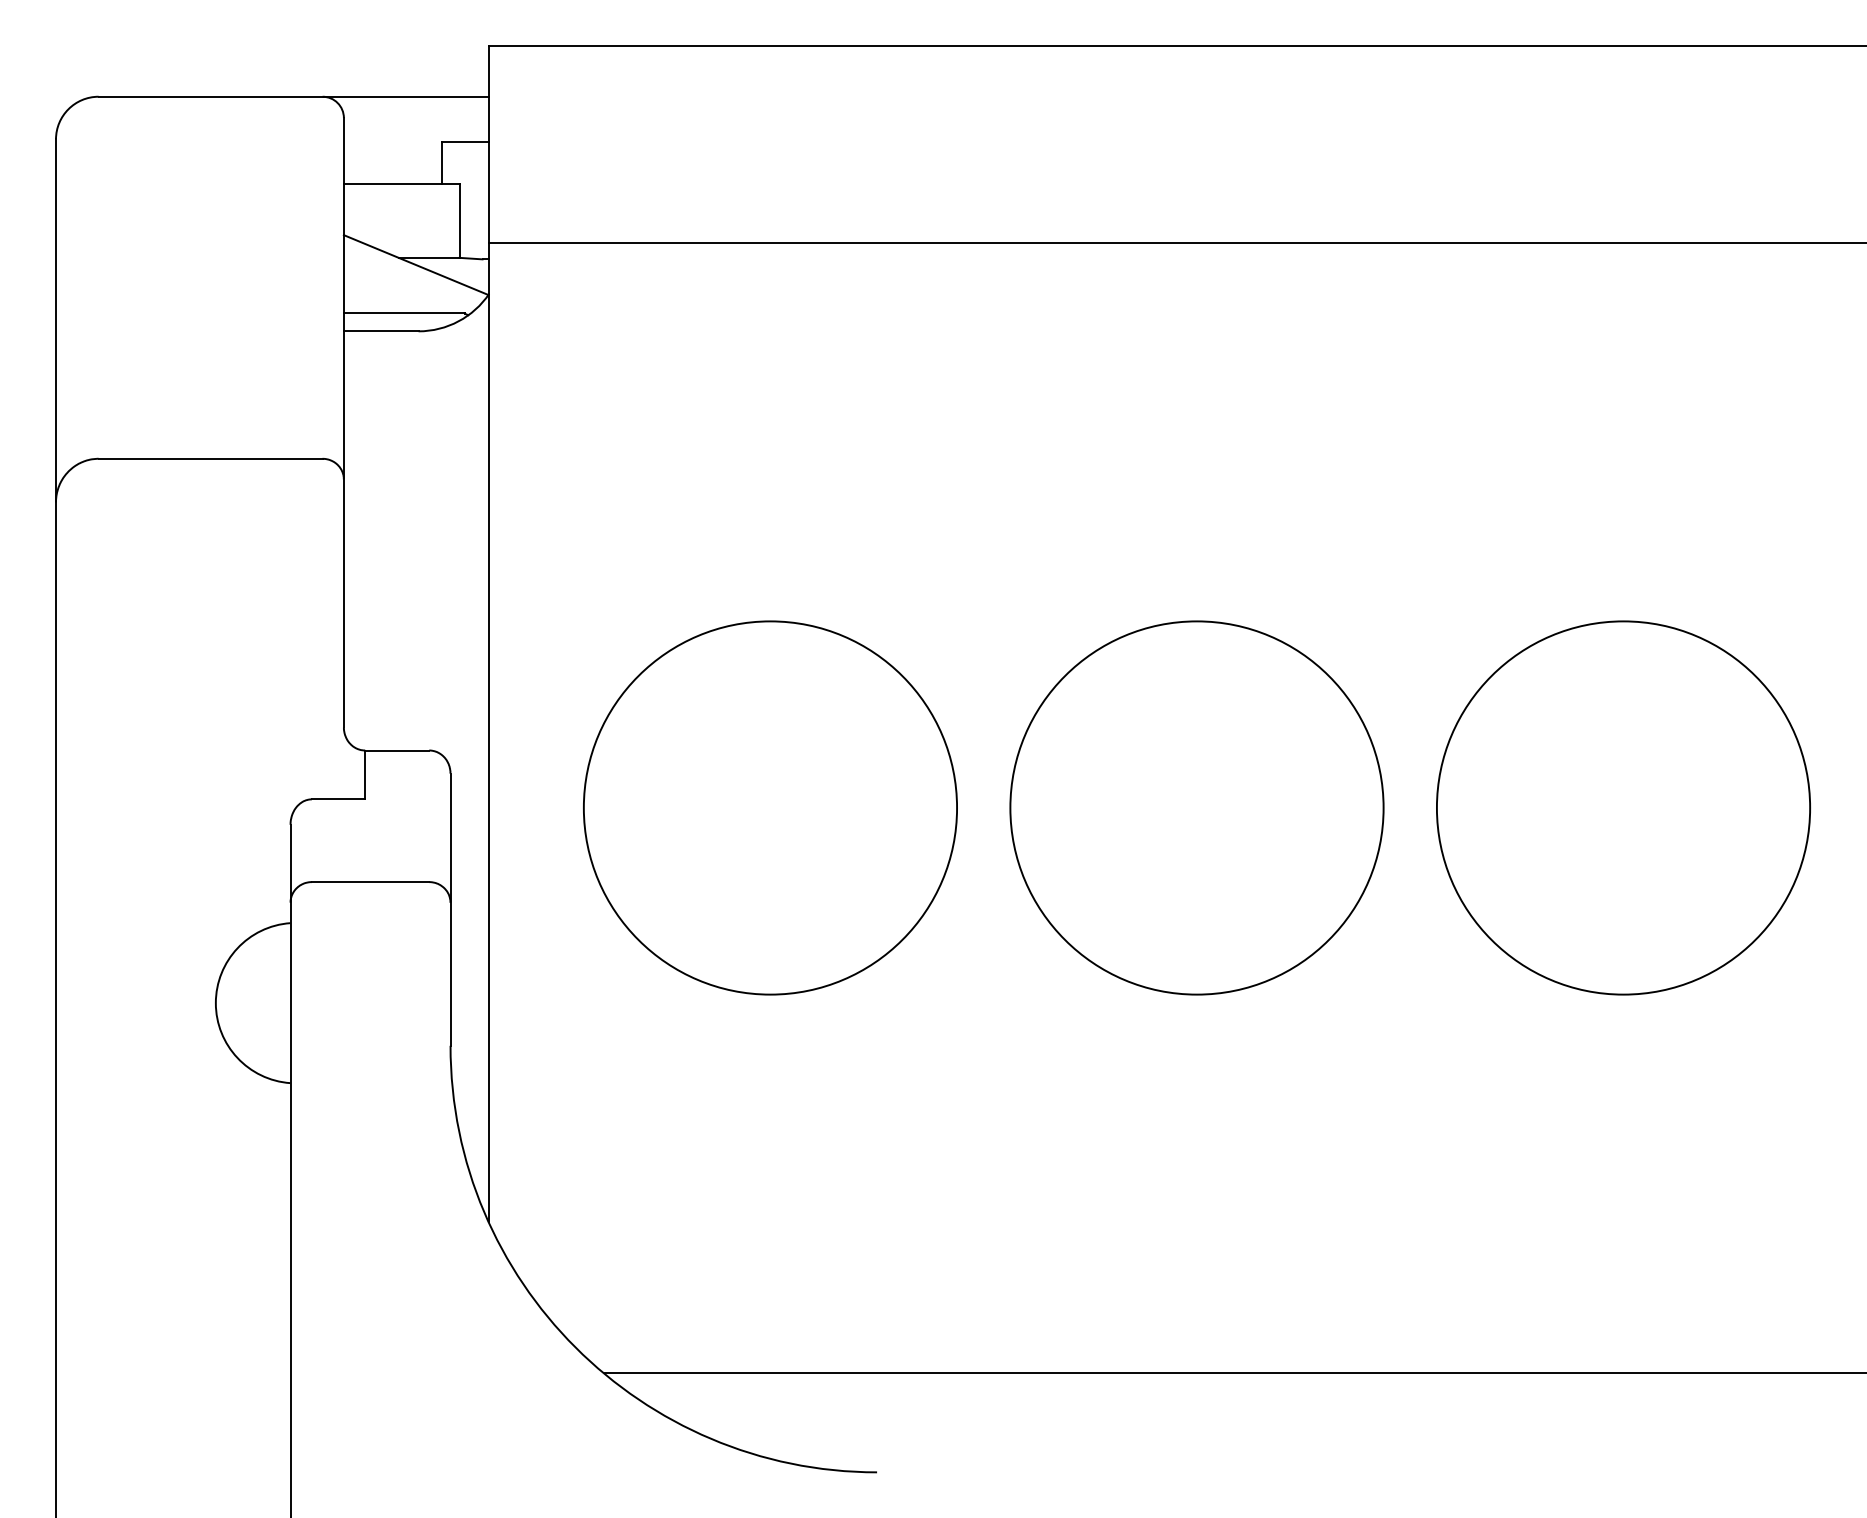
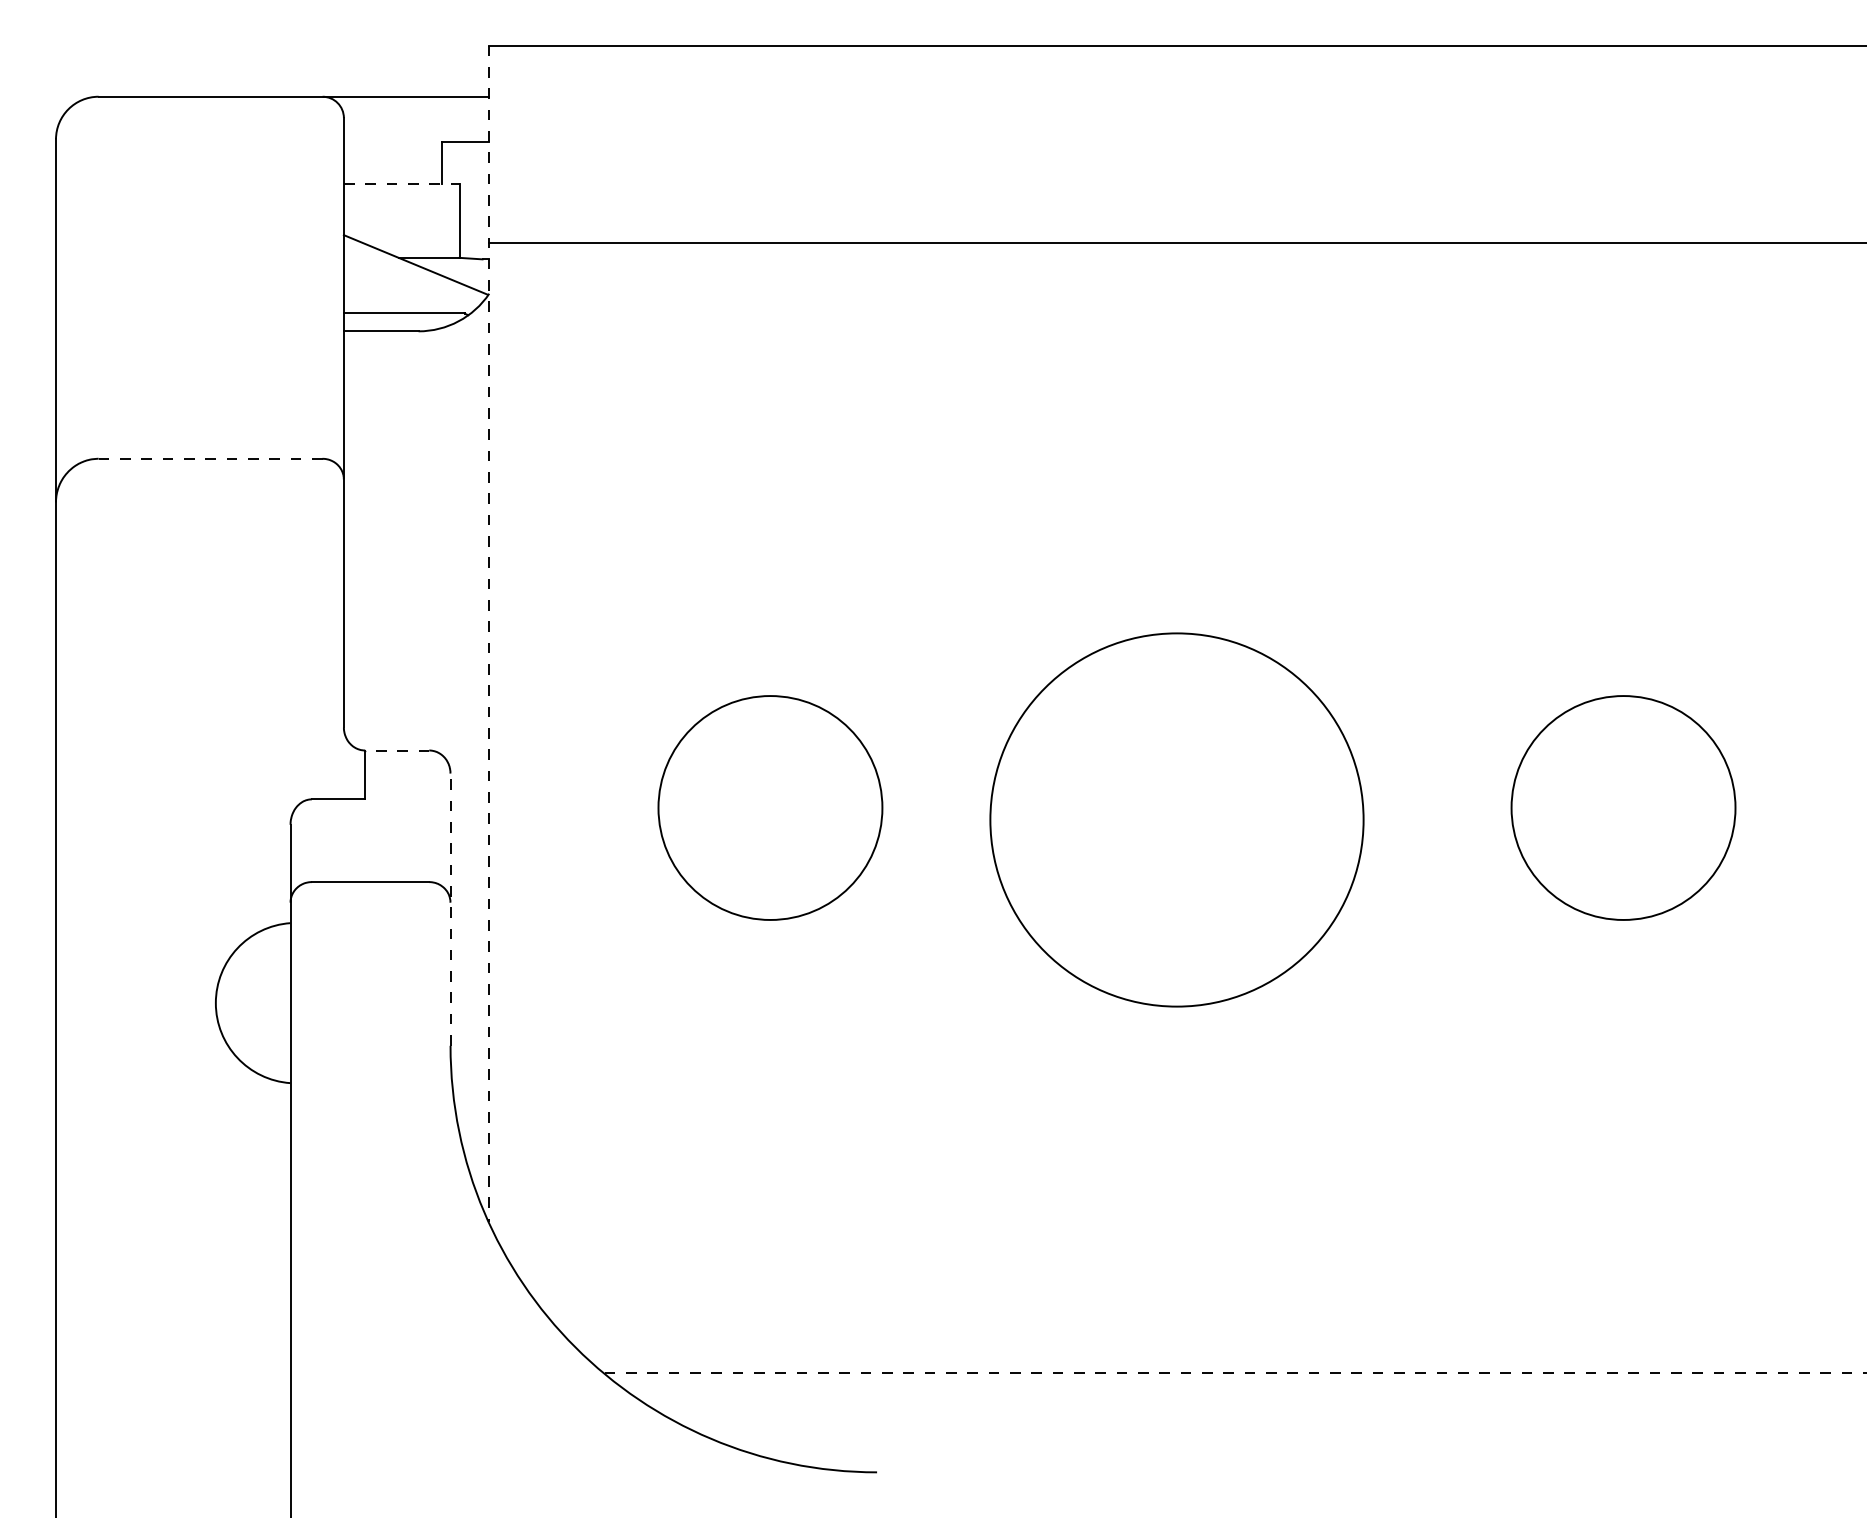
line at (401, 183): solid -> dashed
line at (210, 458): solid -> dashed
line at (488, 634): solid -> dashed
line at (397, 750): solid -> dashed
circle at (770, 807) diameter: 373 px -> 224 px
circle at (1196, 807) position: (1196, 807) -> (1176, 819)
circle at (1623, 807) diameter: 373 px -> 224 px
line at (450, 909): solid -> dashed
line at (1236, 1373): solid -> dashed
